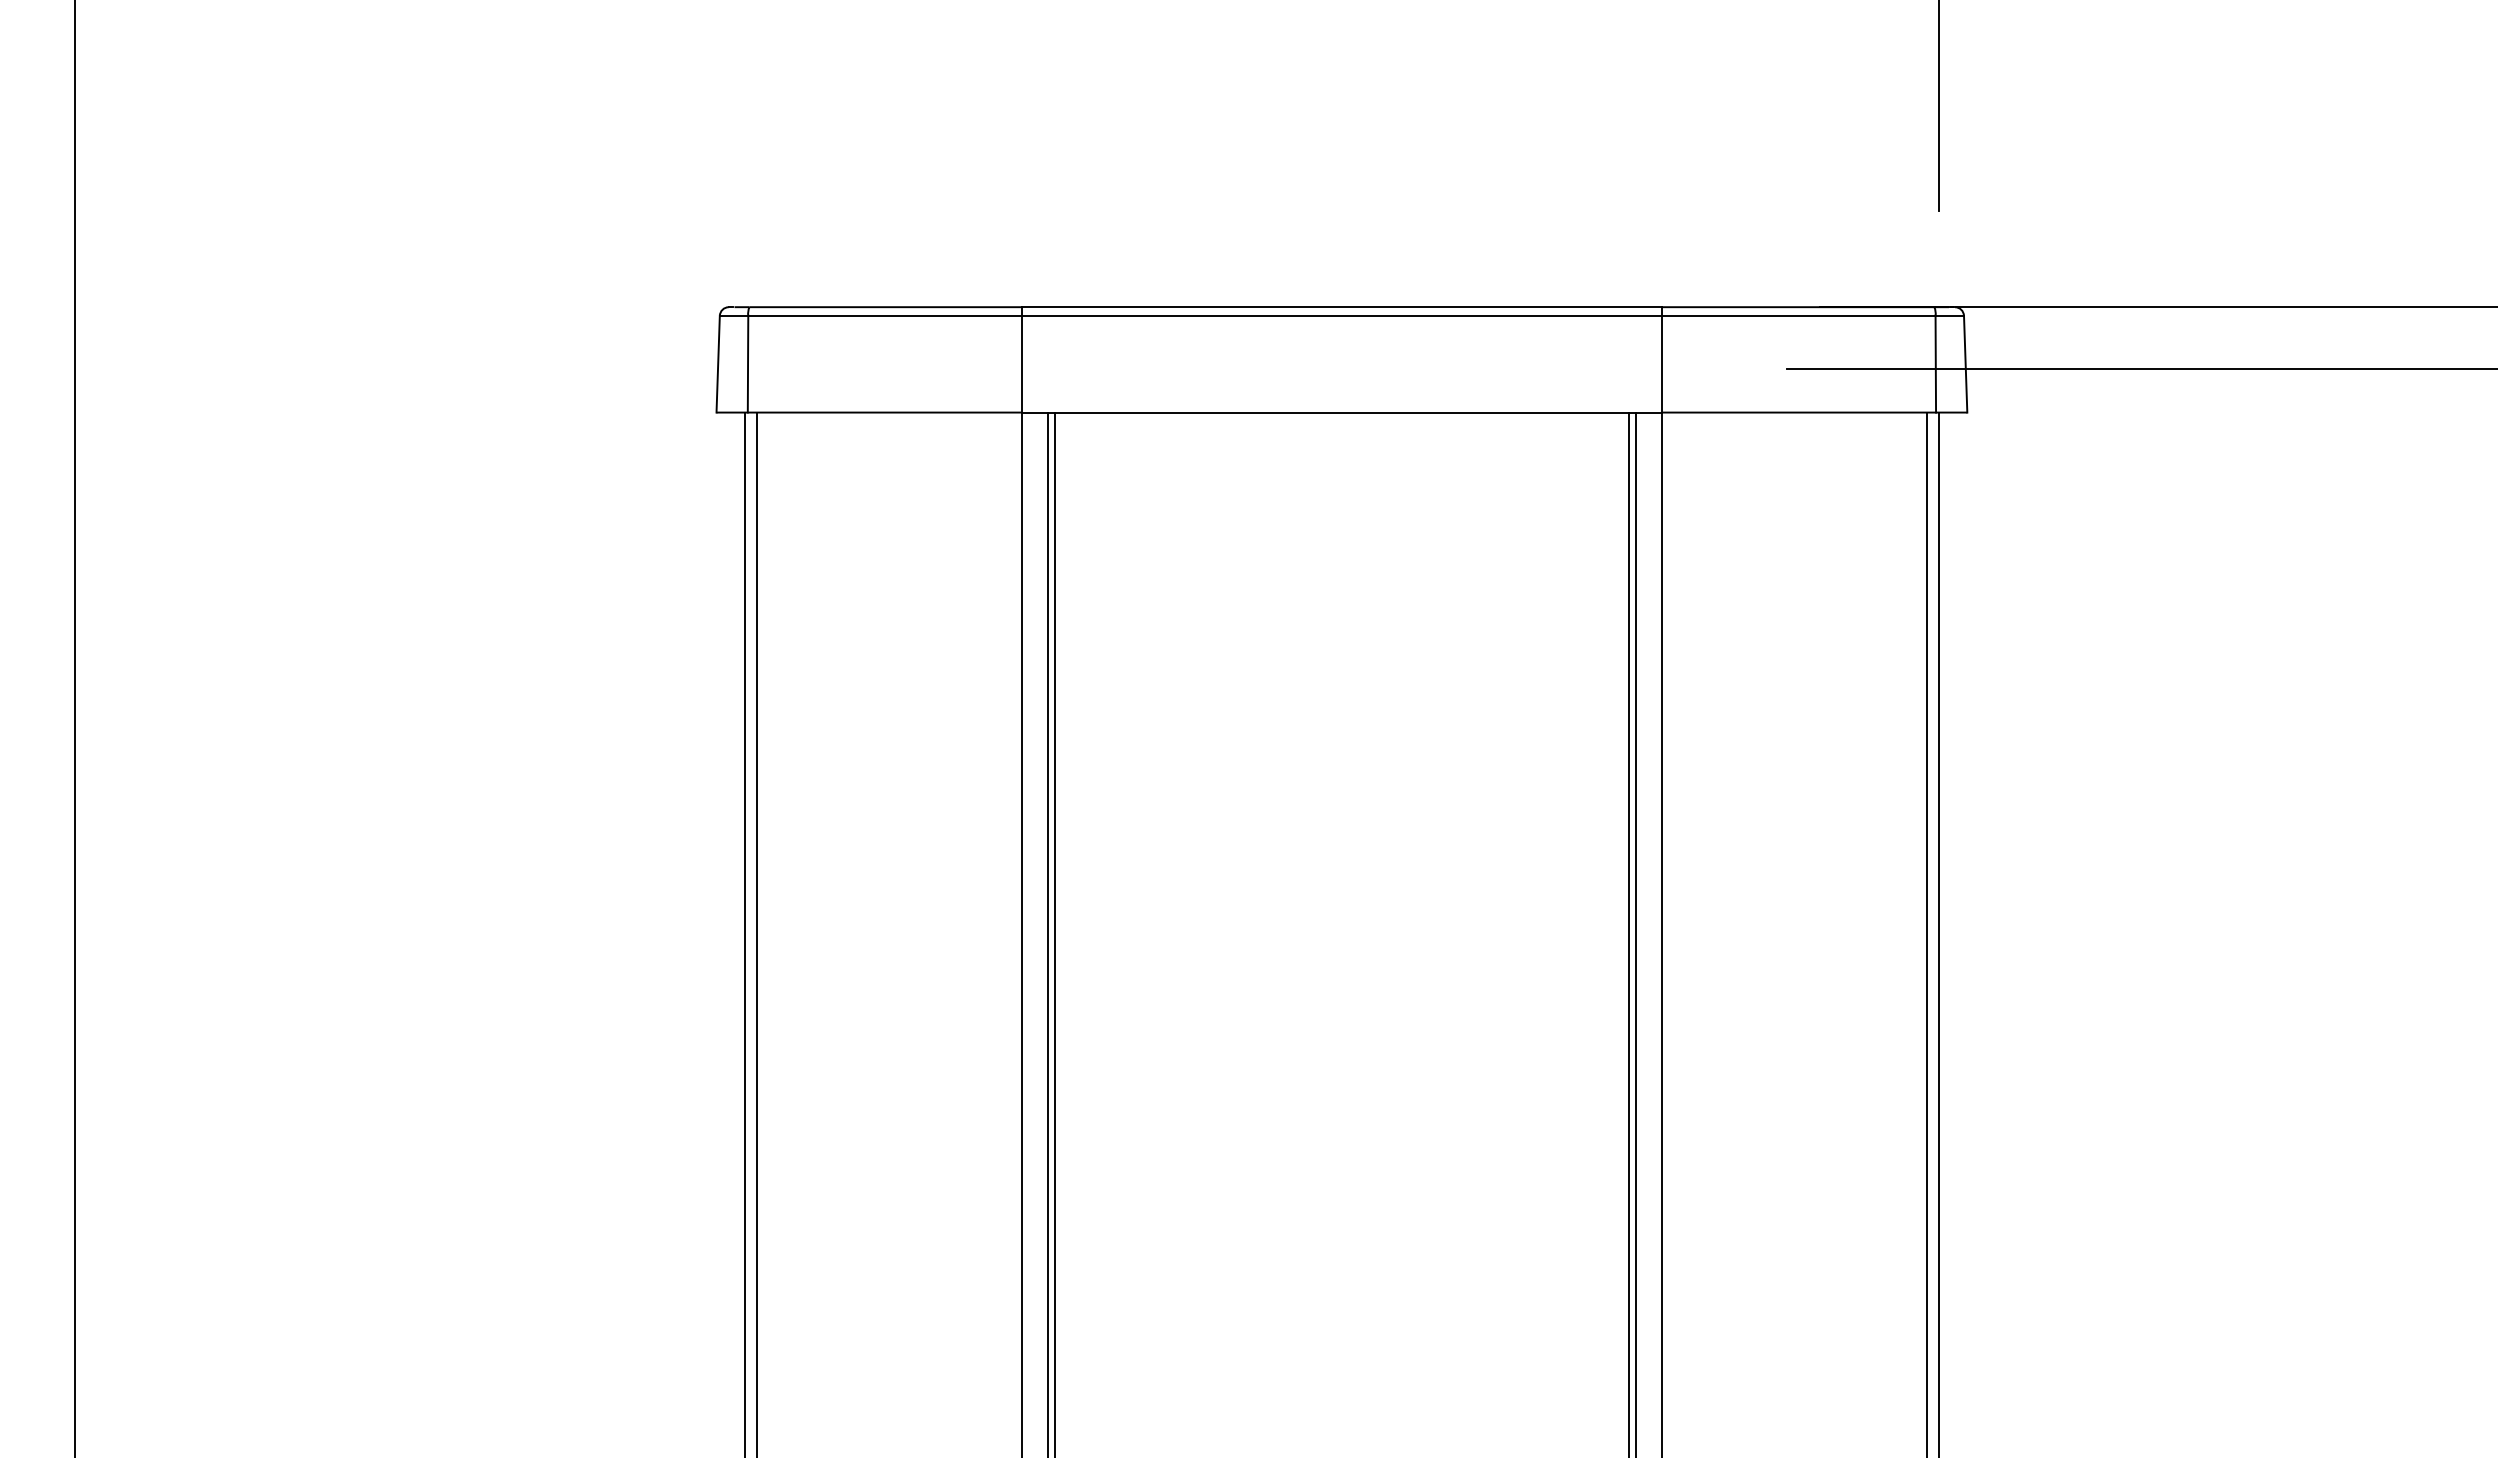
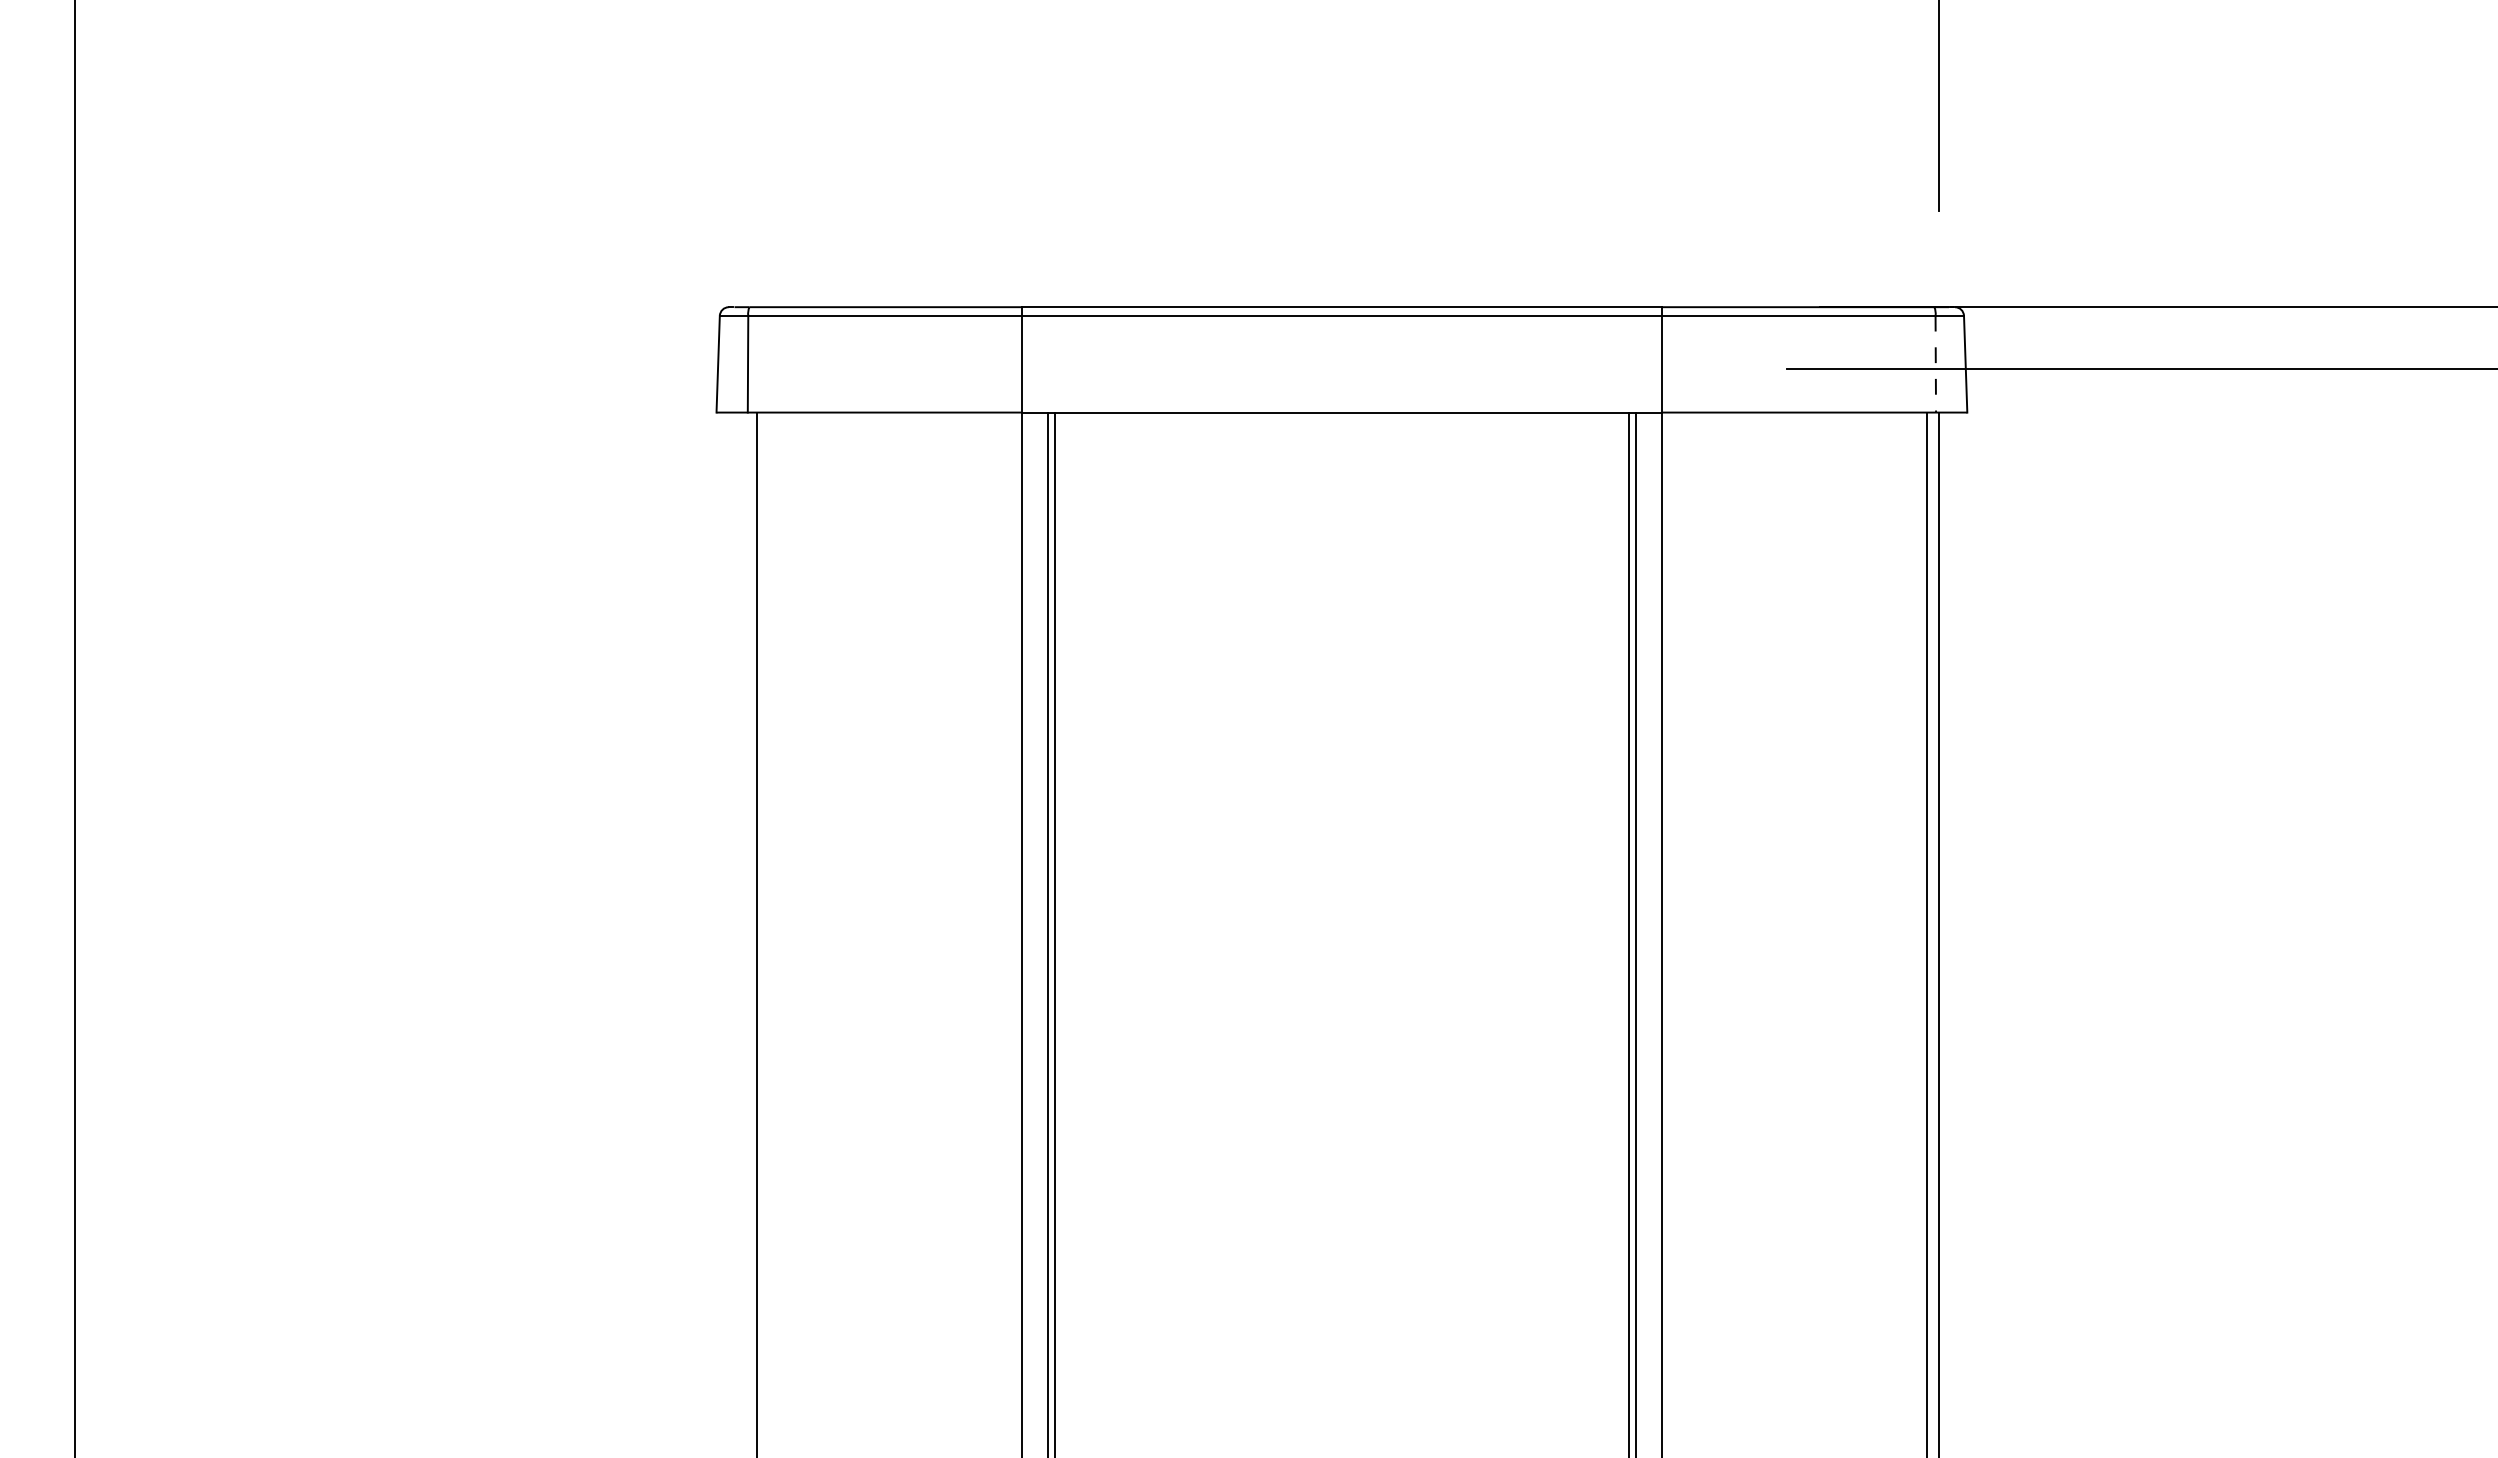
line at (1935, 364): solid -> dashed
line at (745, 933): present -> none
